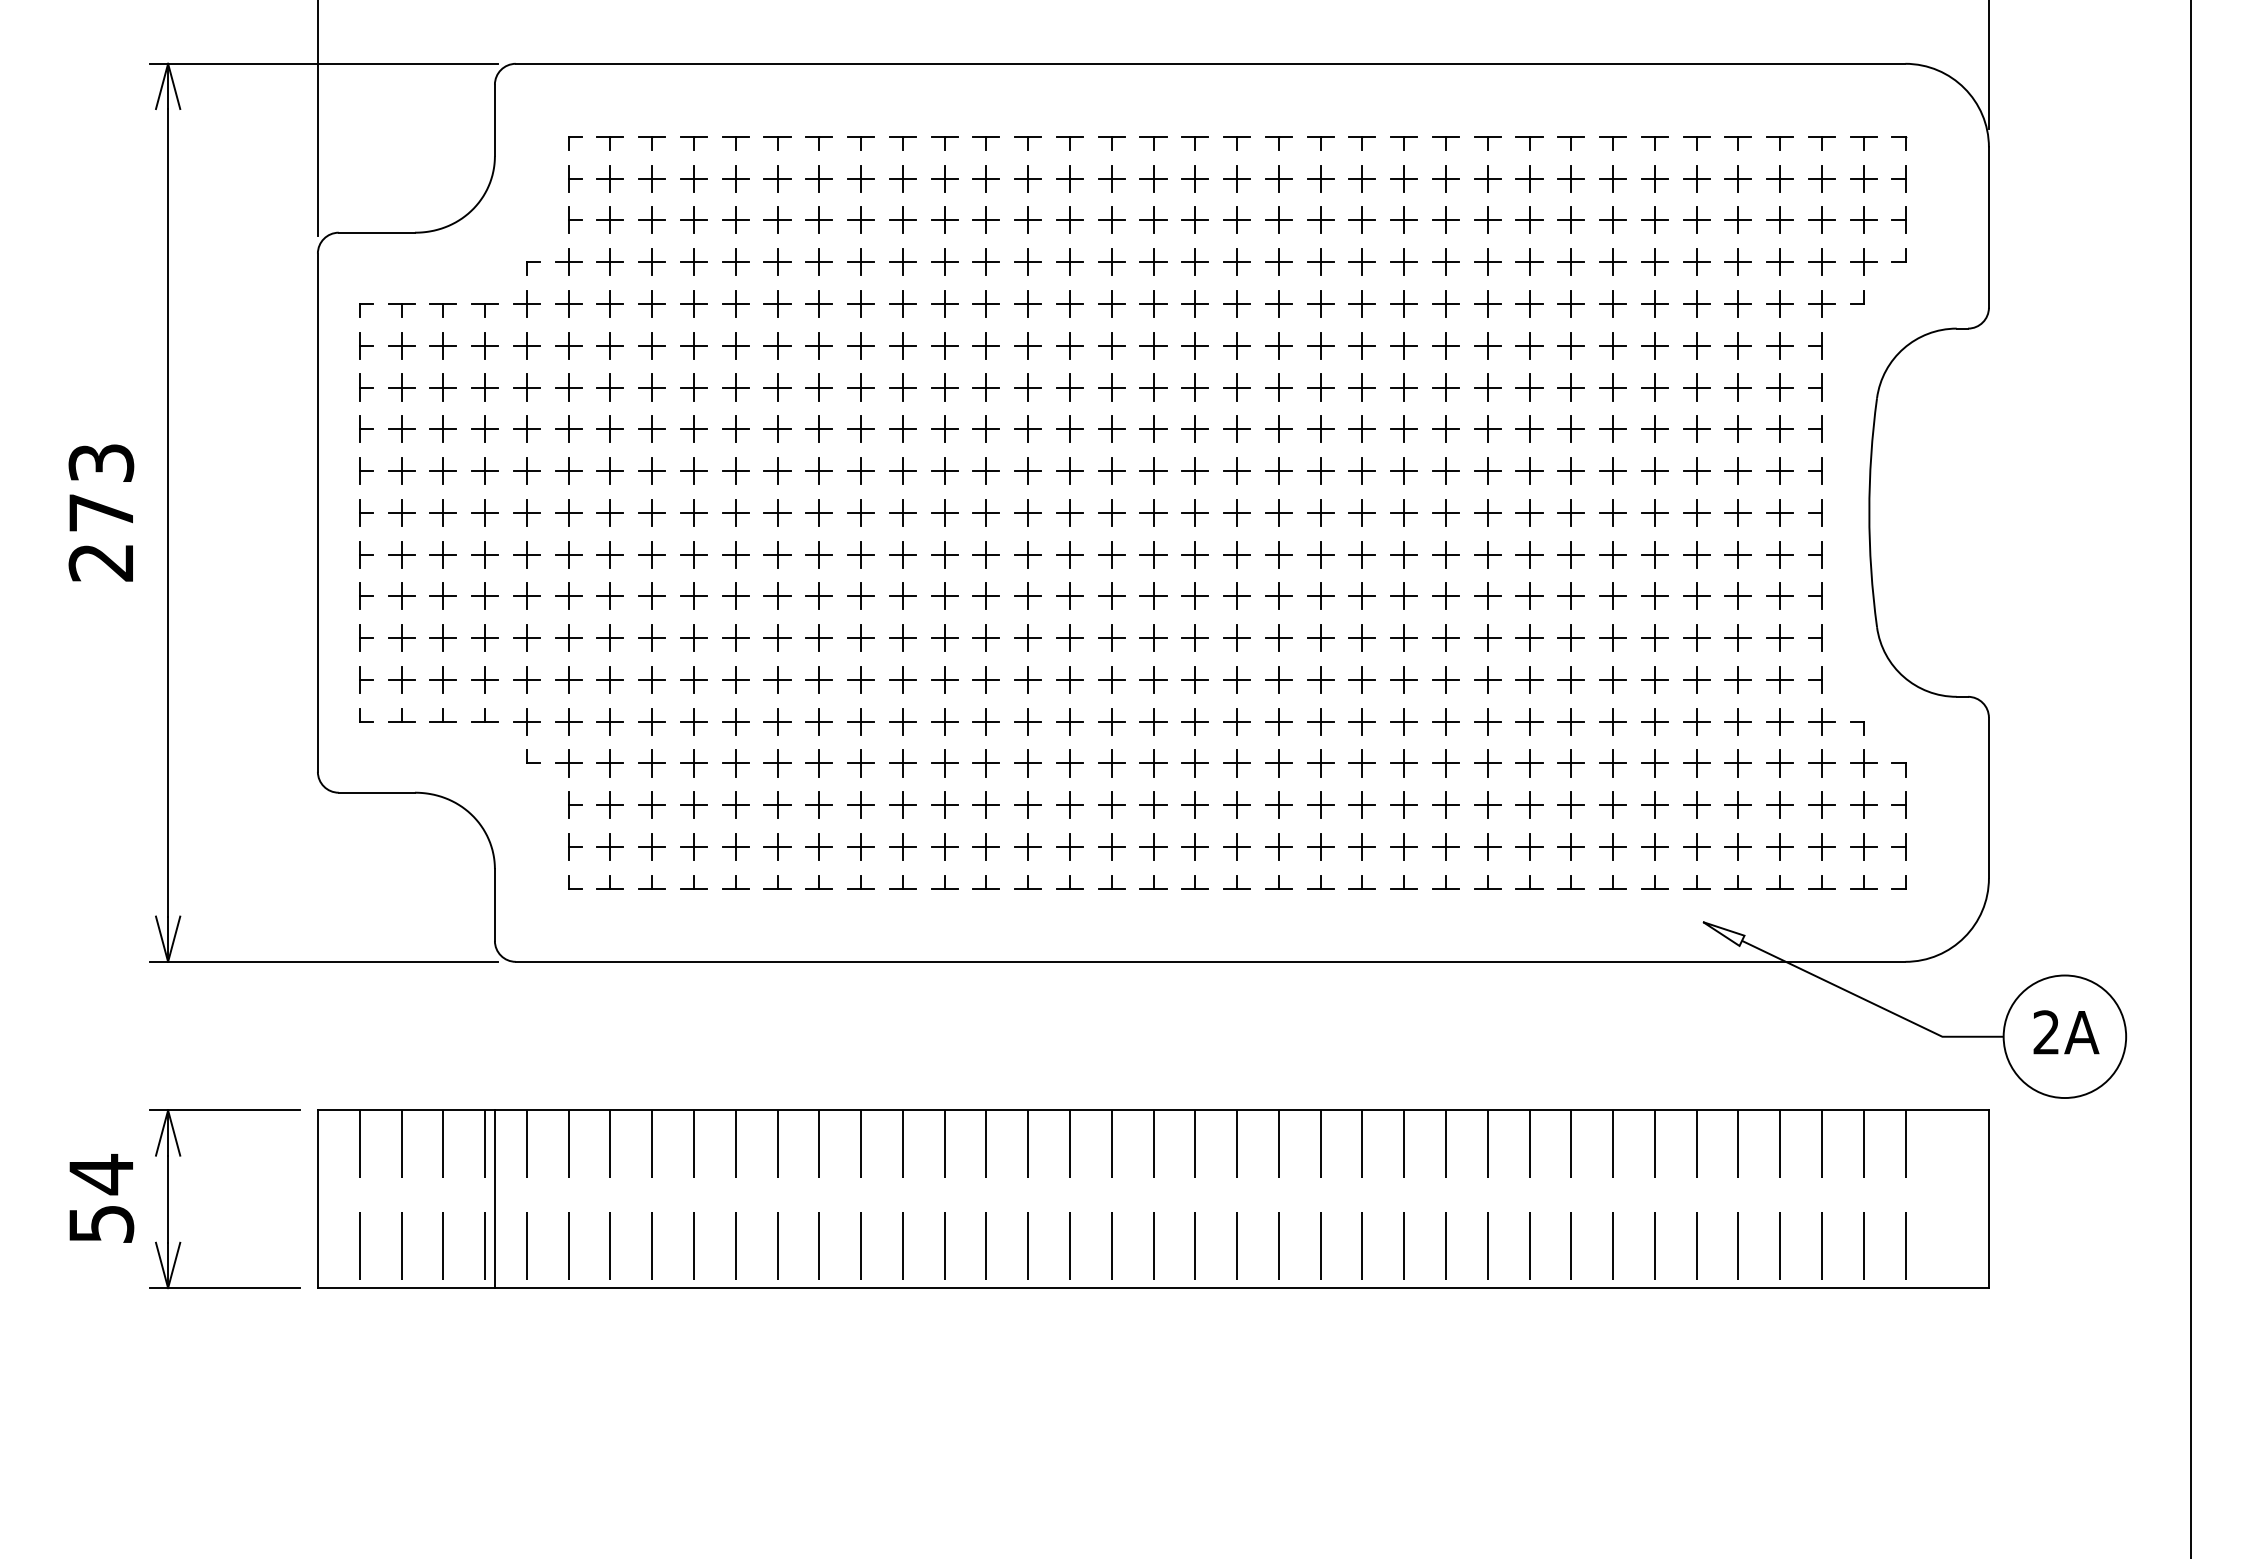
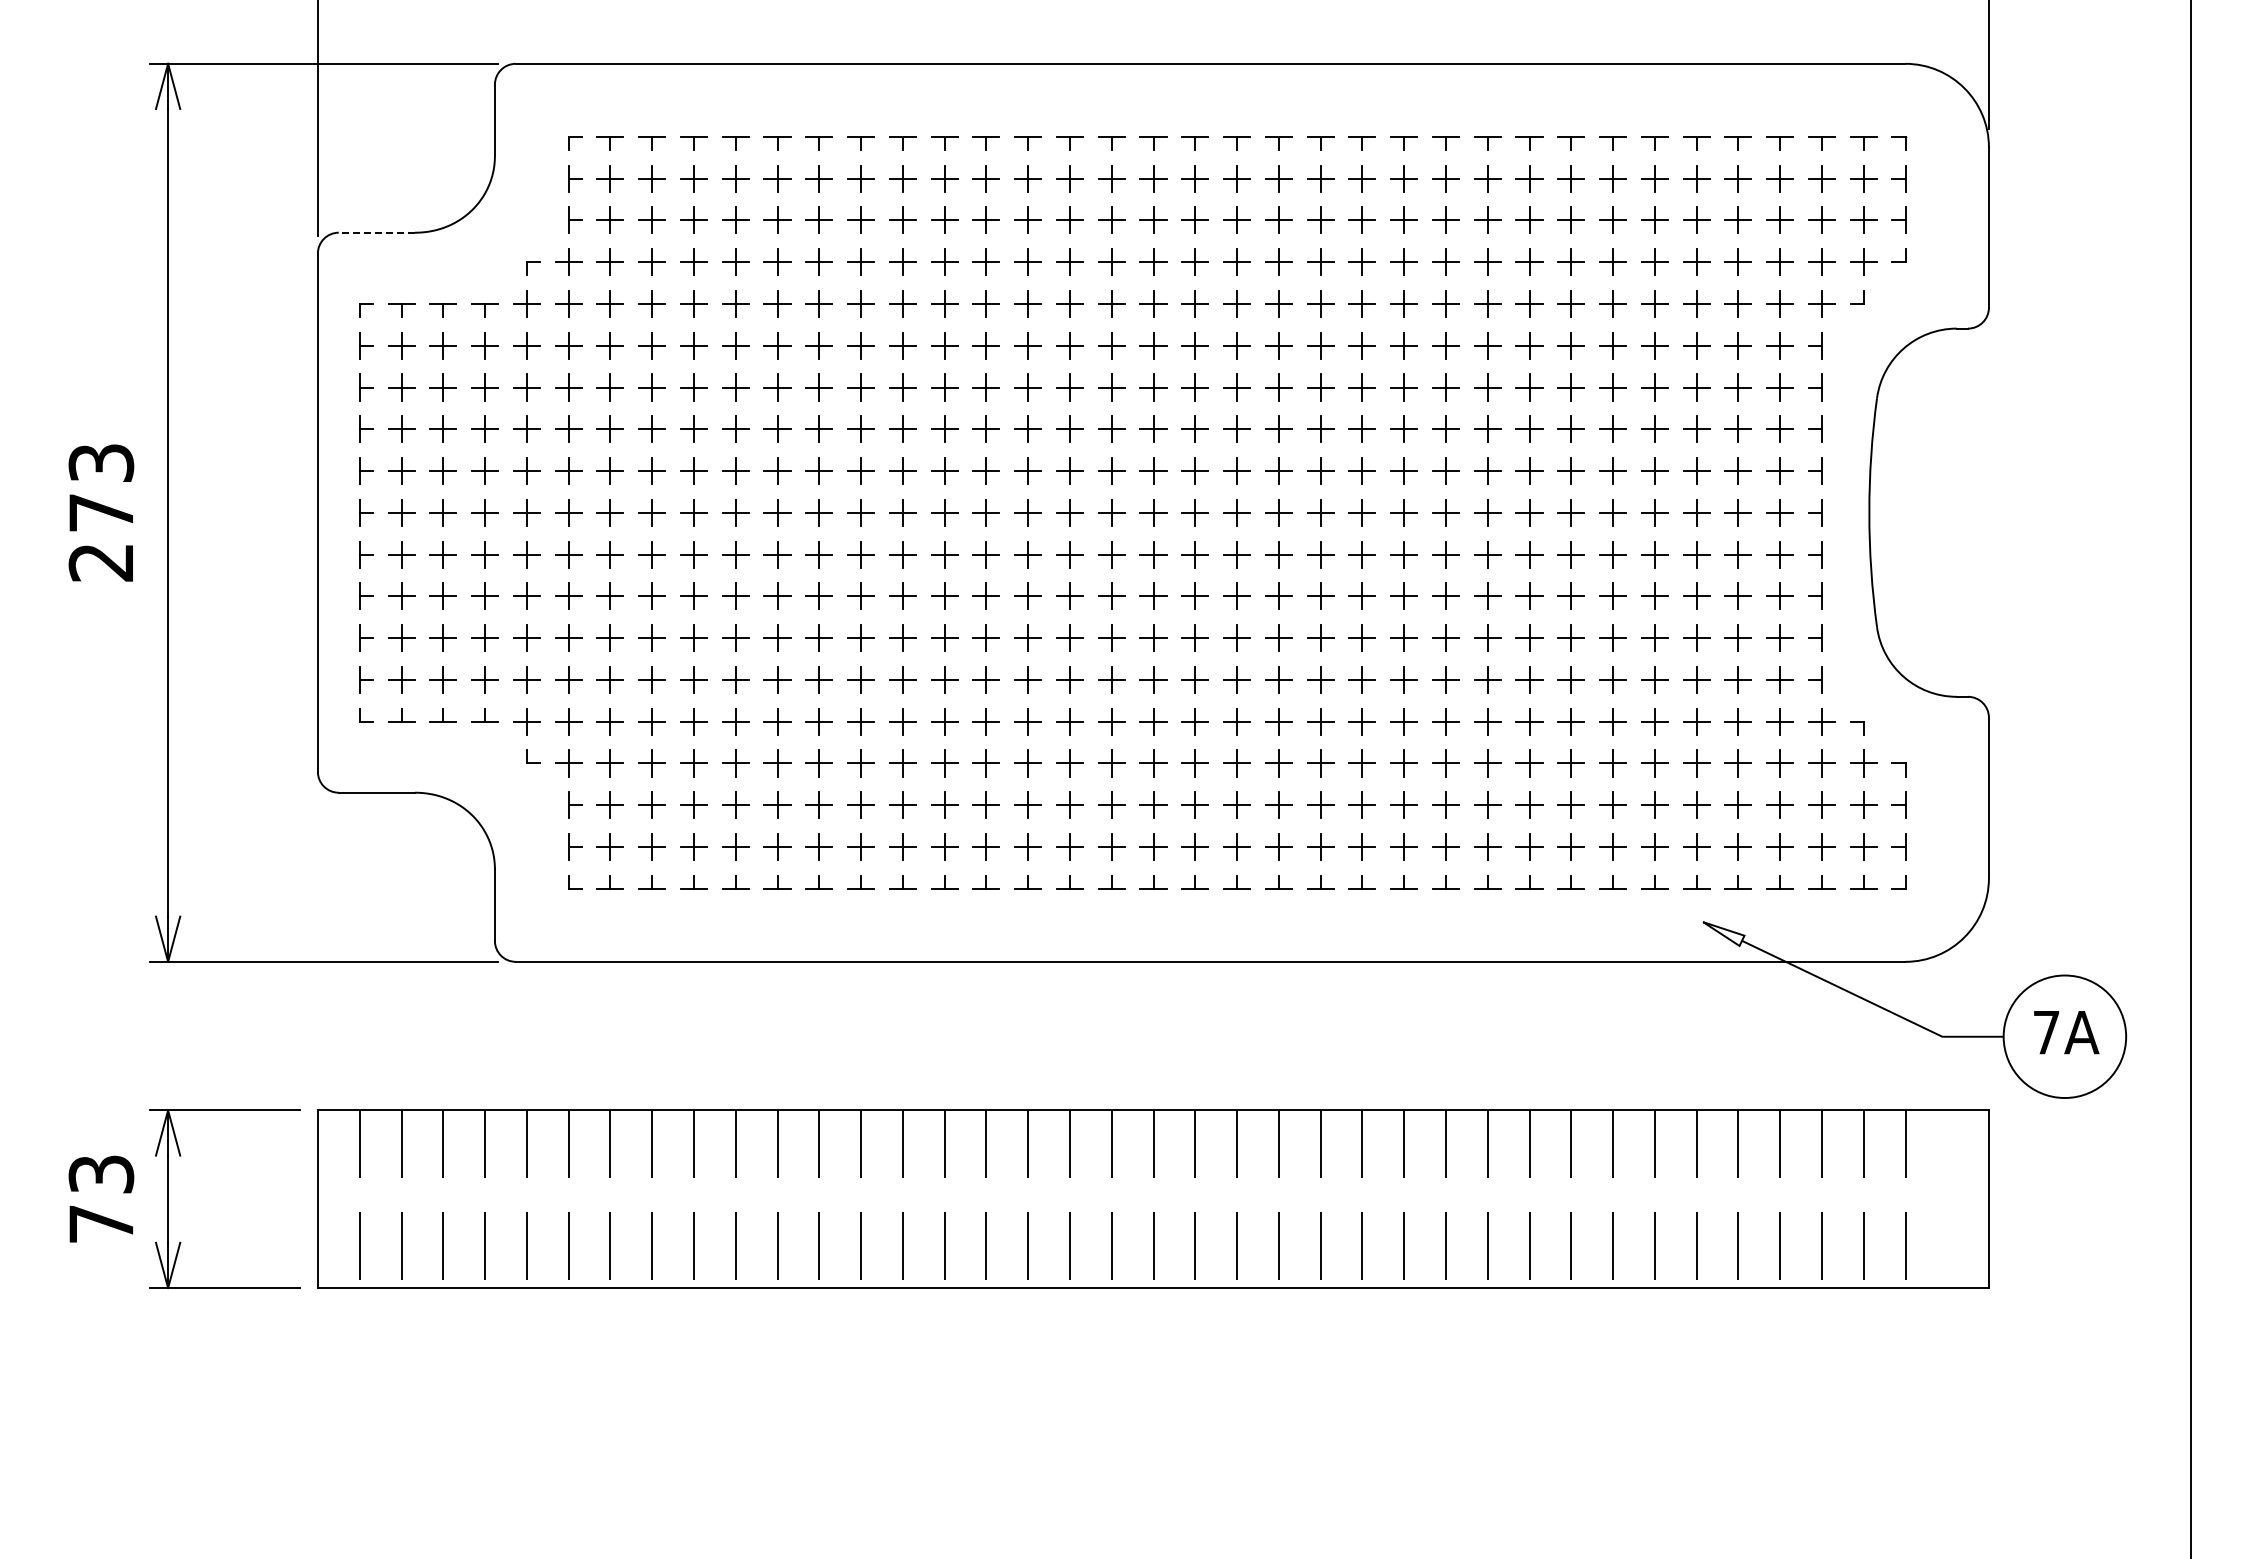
line at (376, 232): solid -> dashed
text at (2046, 1032): 2A -> 7A
text at (101, 1198): 54 -> 73
line at (494, 1199): present -> none
